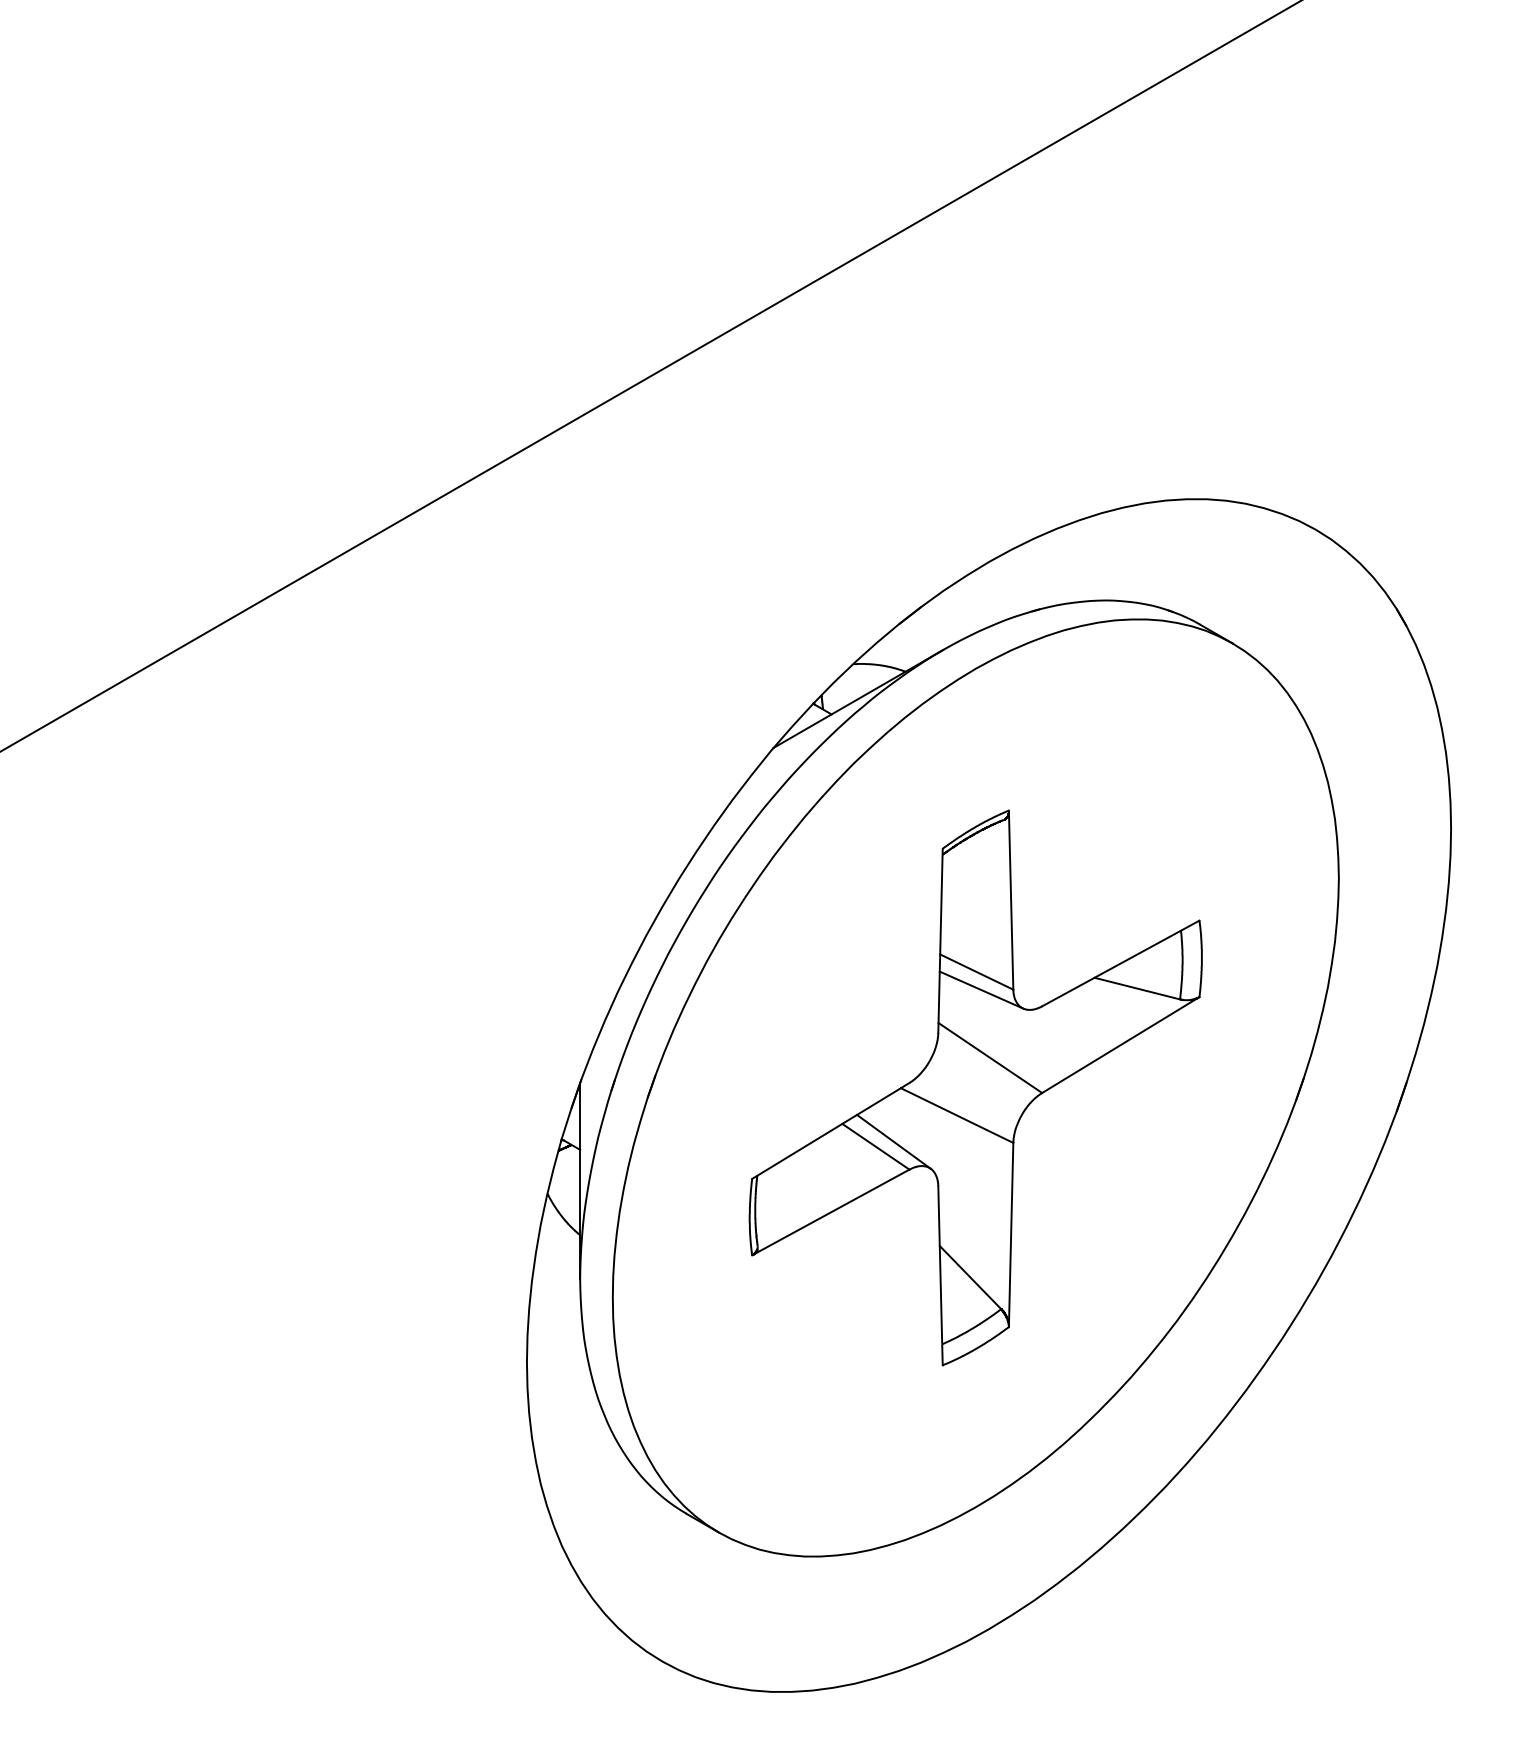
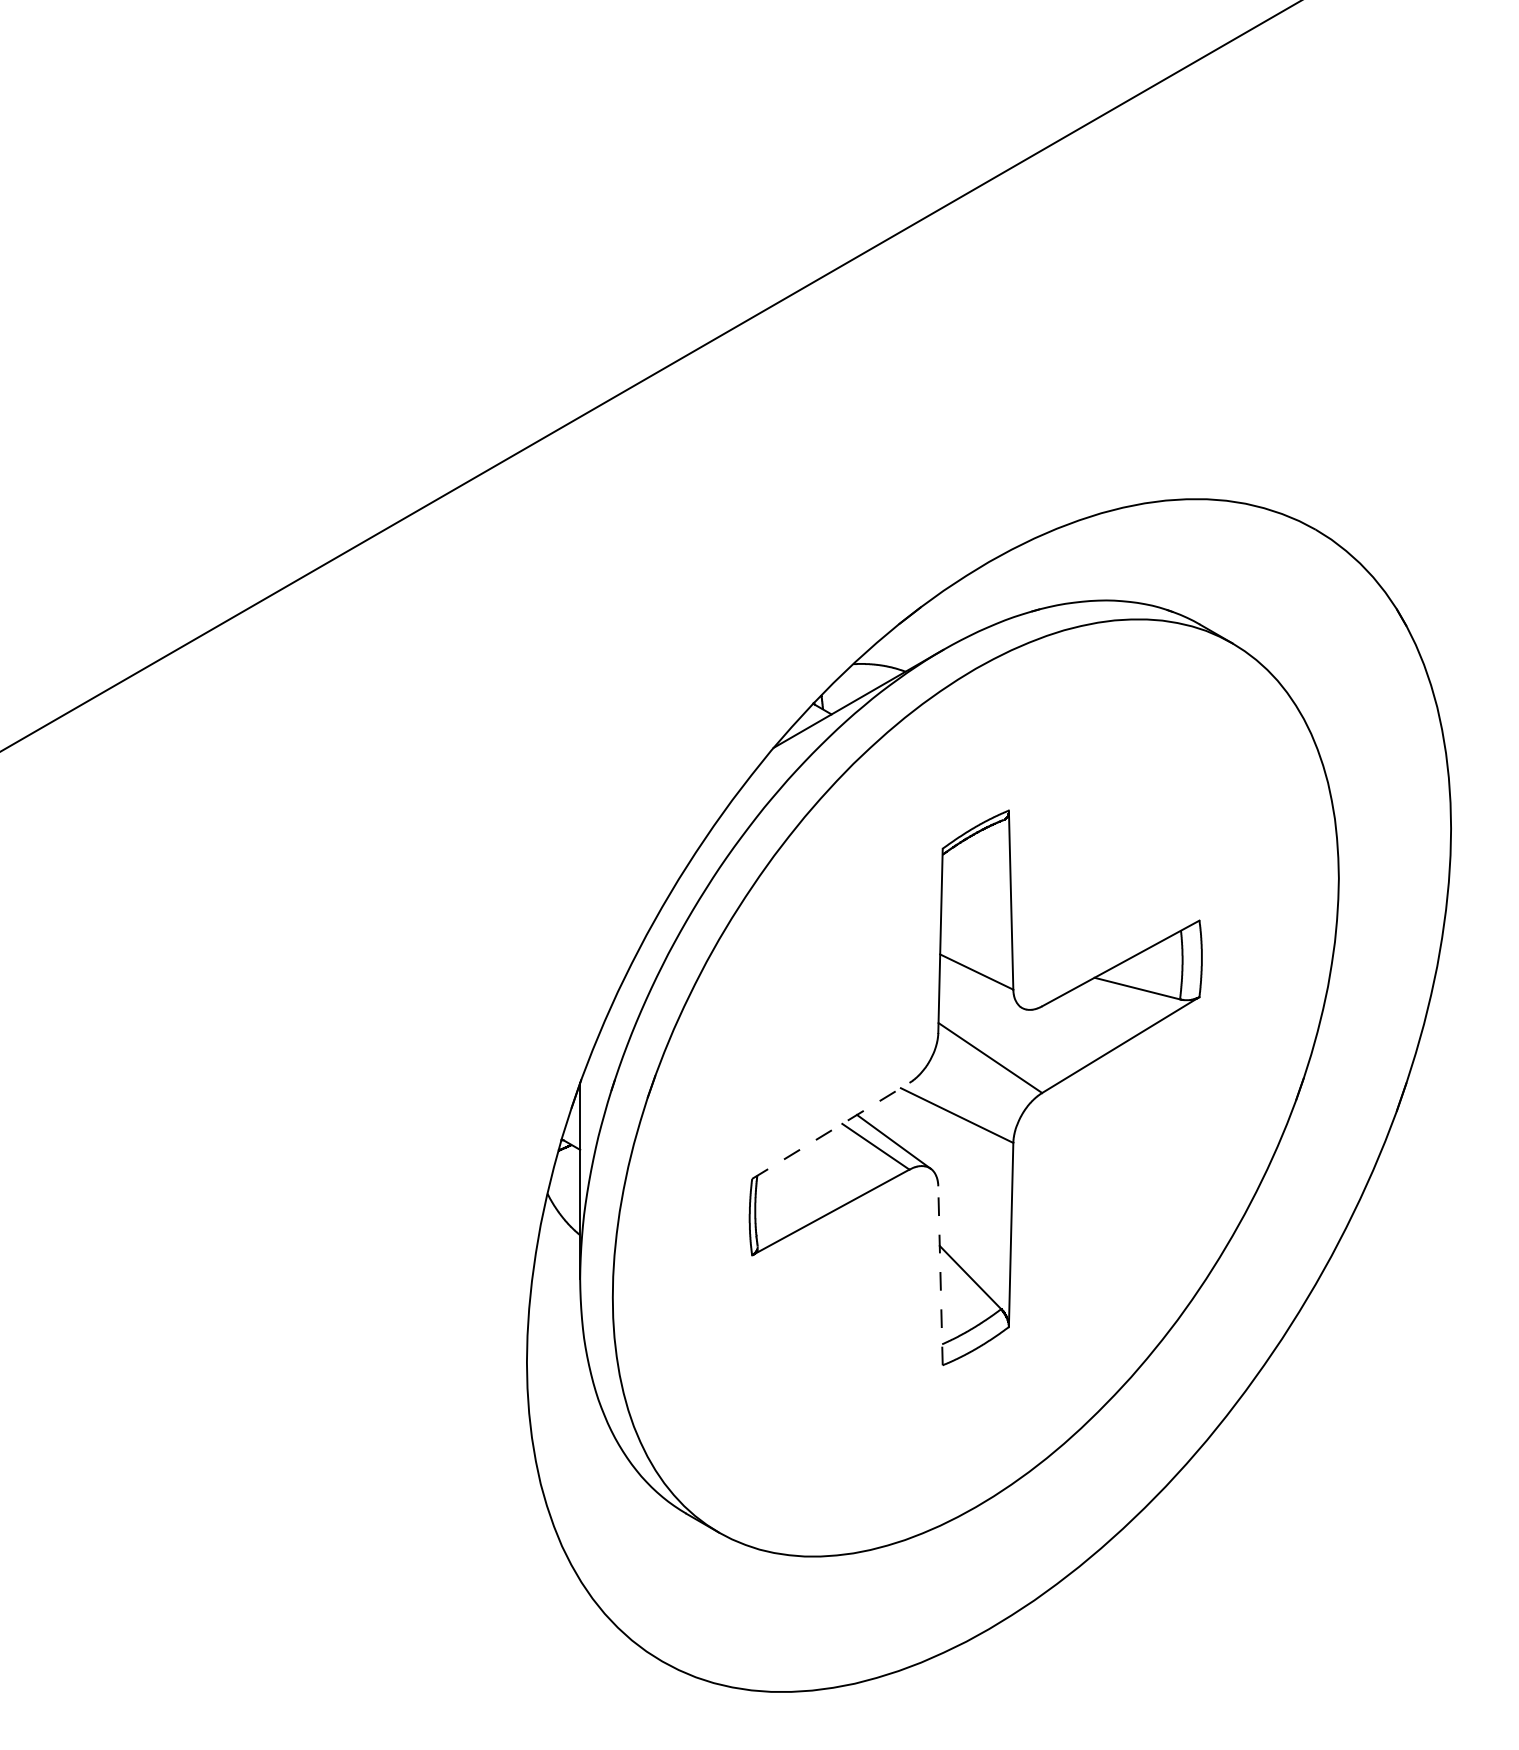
line at (981, 989): present -> none
line at (831, 1130): solid -> dashed
line at (940, 1275): solid -> dashed
